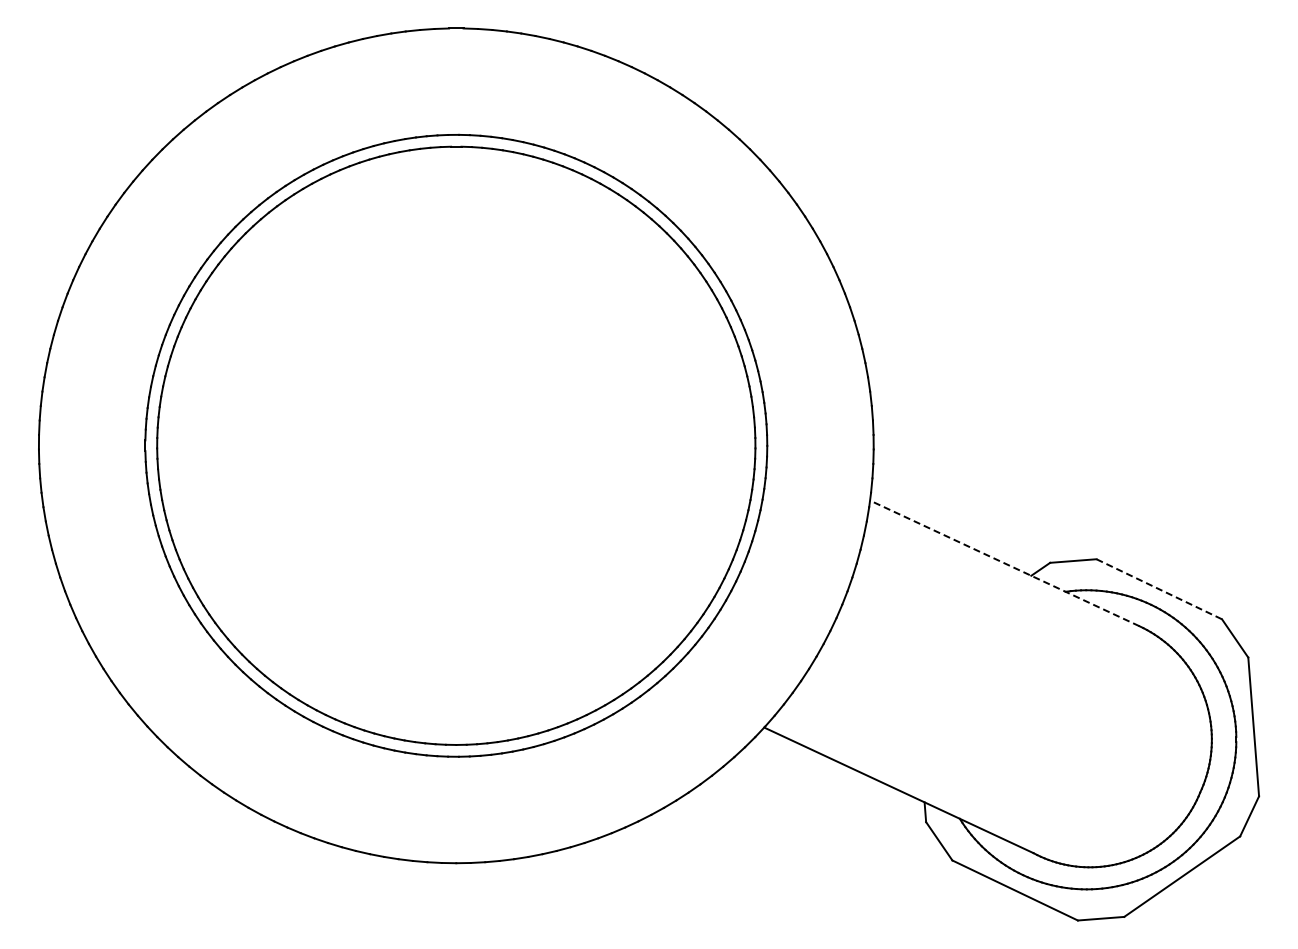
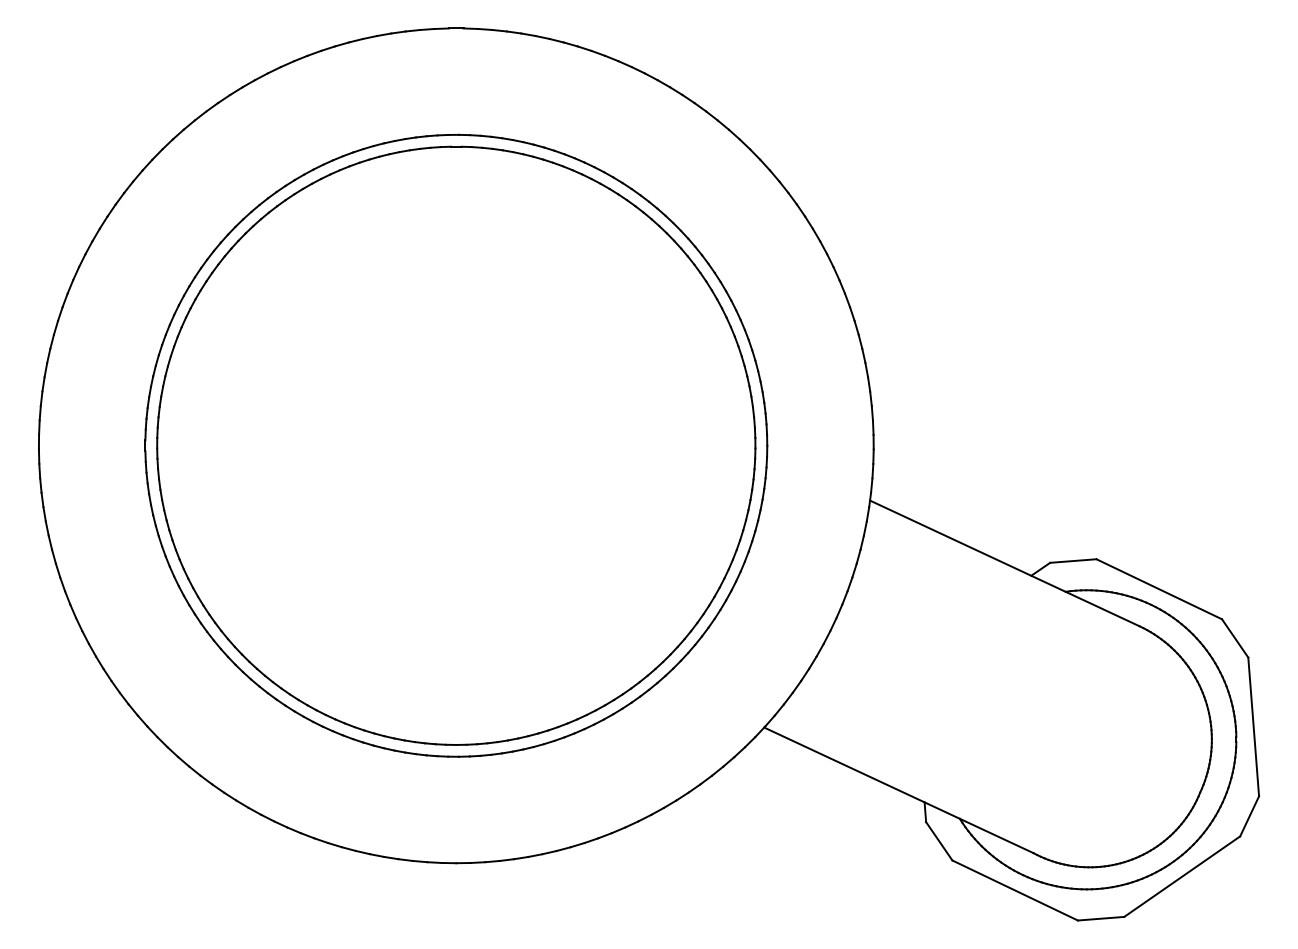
line at (1004, 563): dashed -> solid
line at (1159, 589): dashed -> solid
